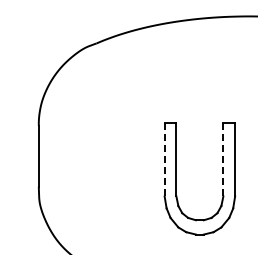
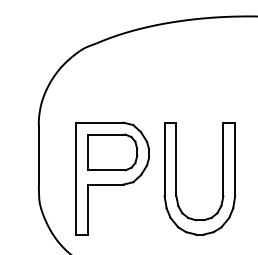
line at (164, 159): dashed -> solid
line at (223, 159): dashed -> solid
part at (112, 178): none -> present
